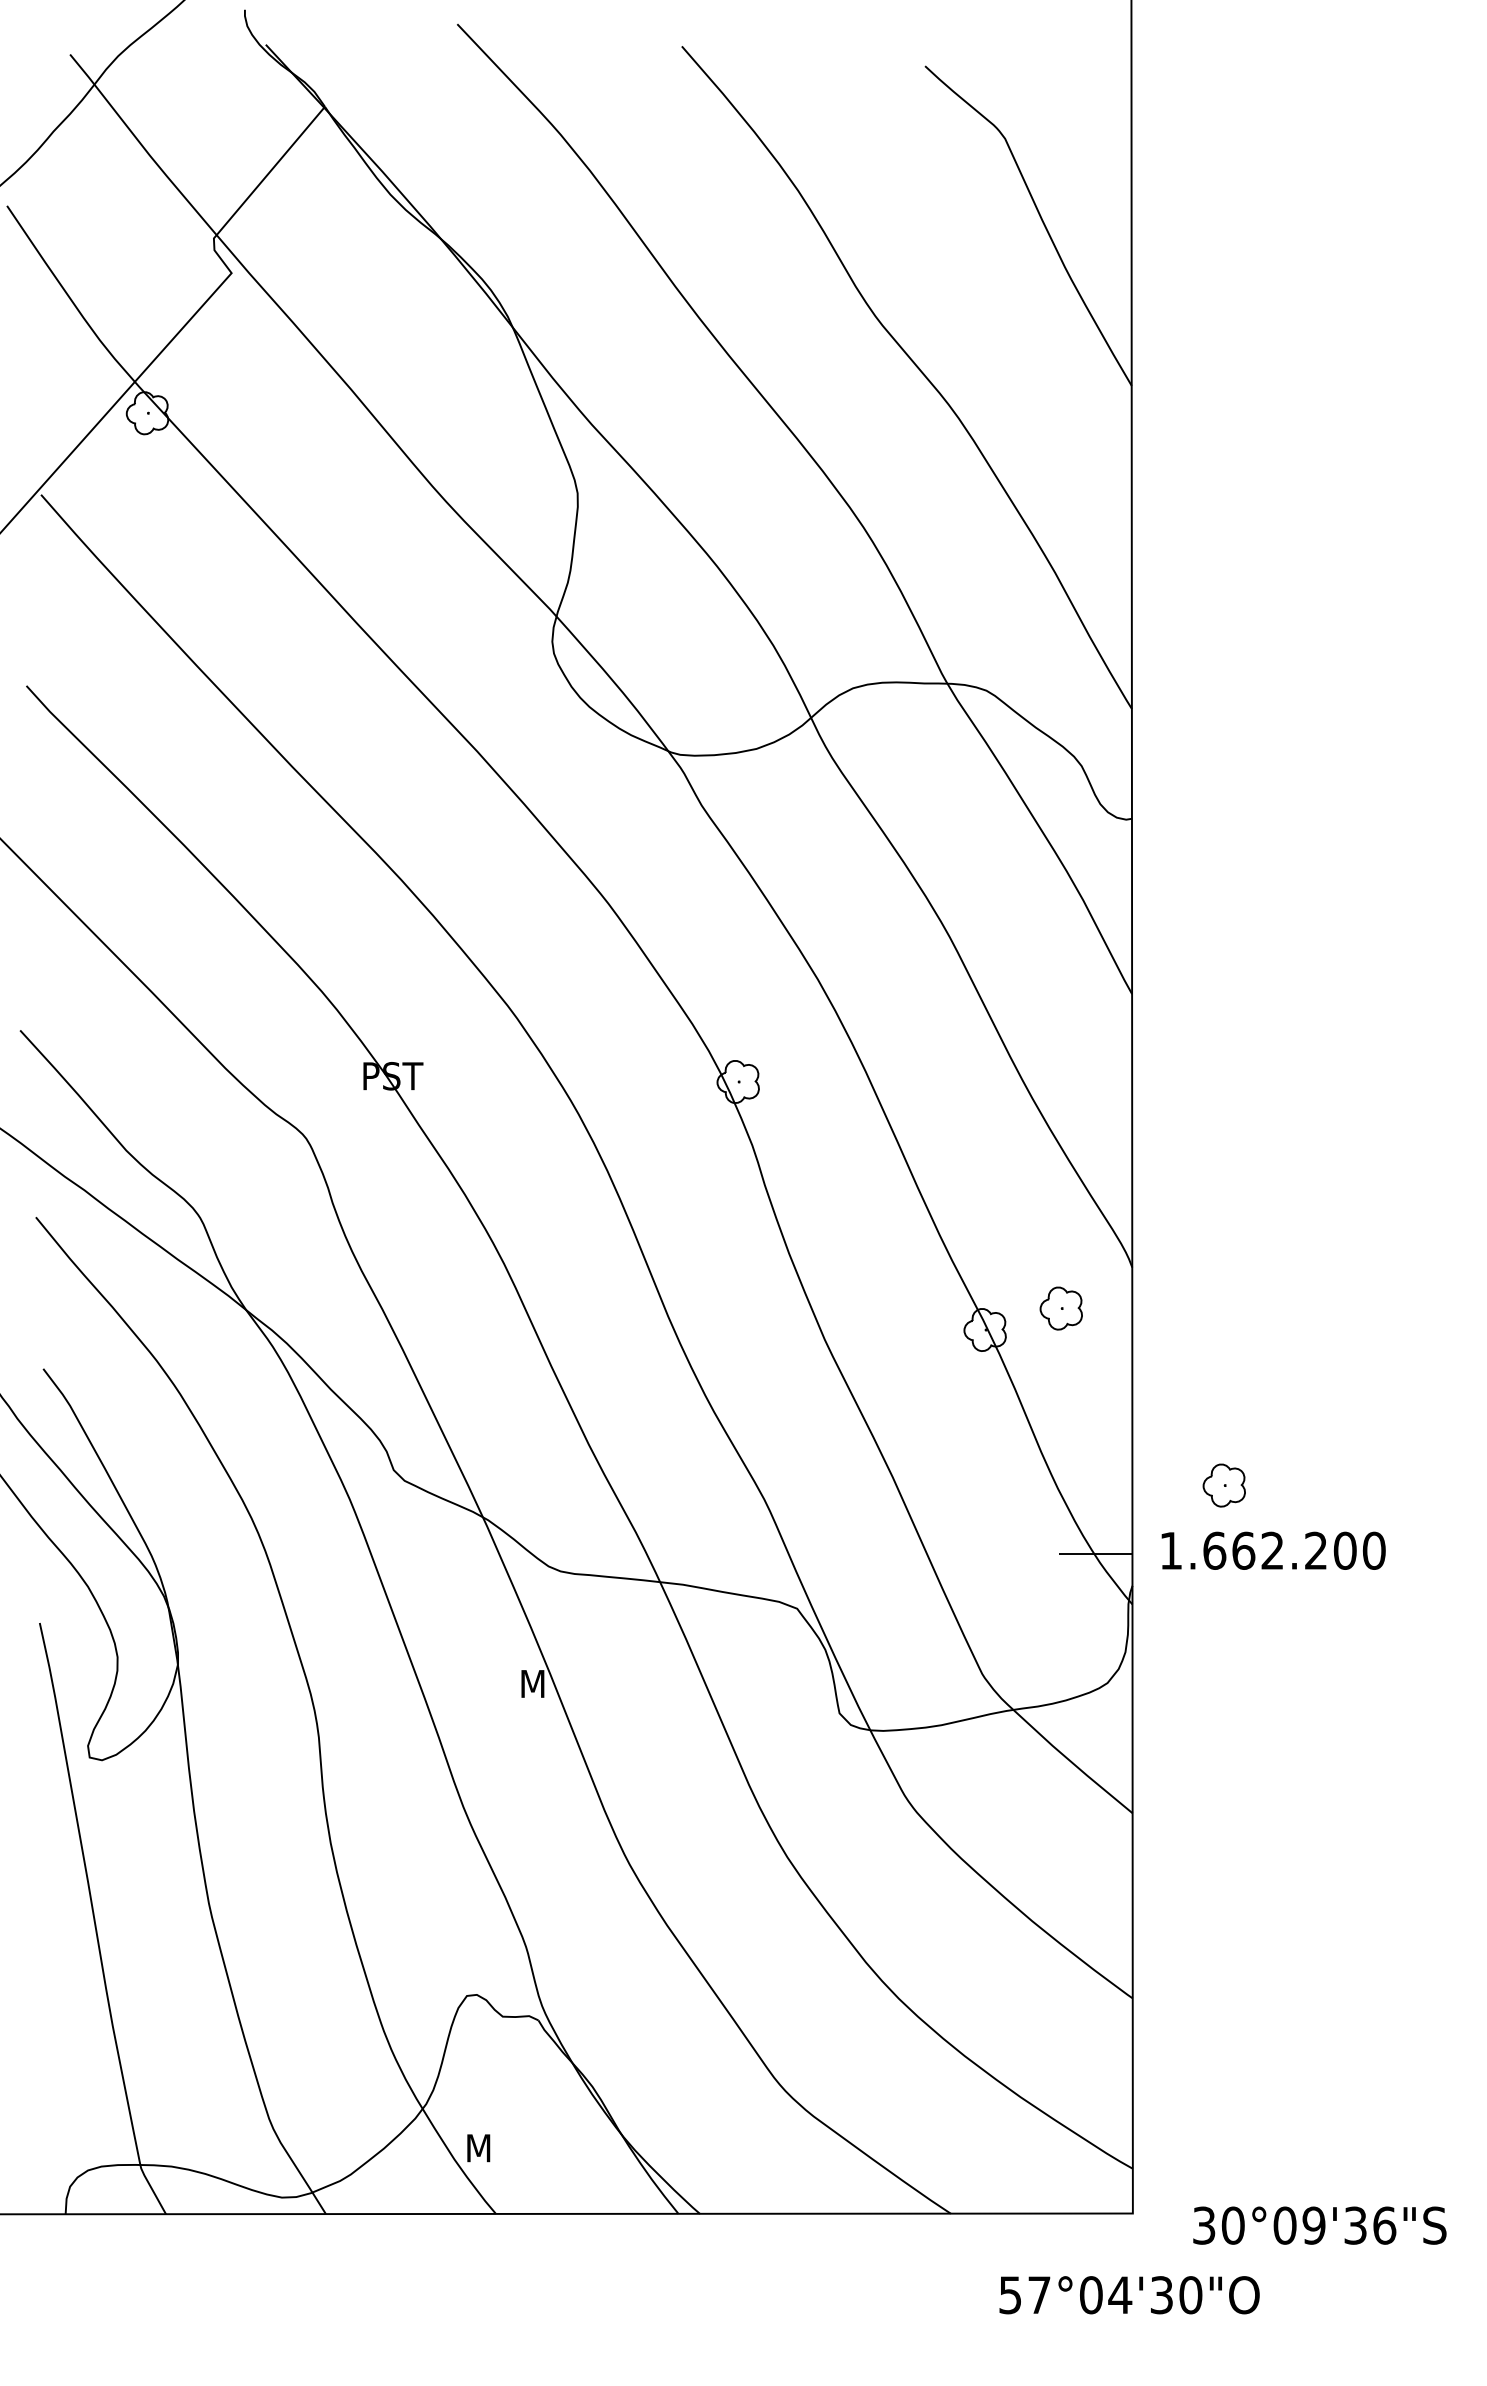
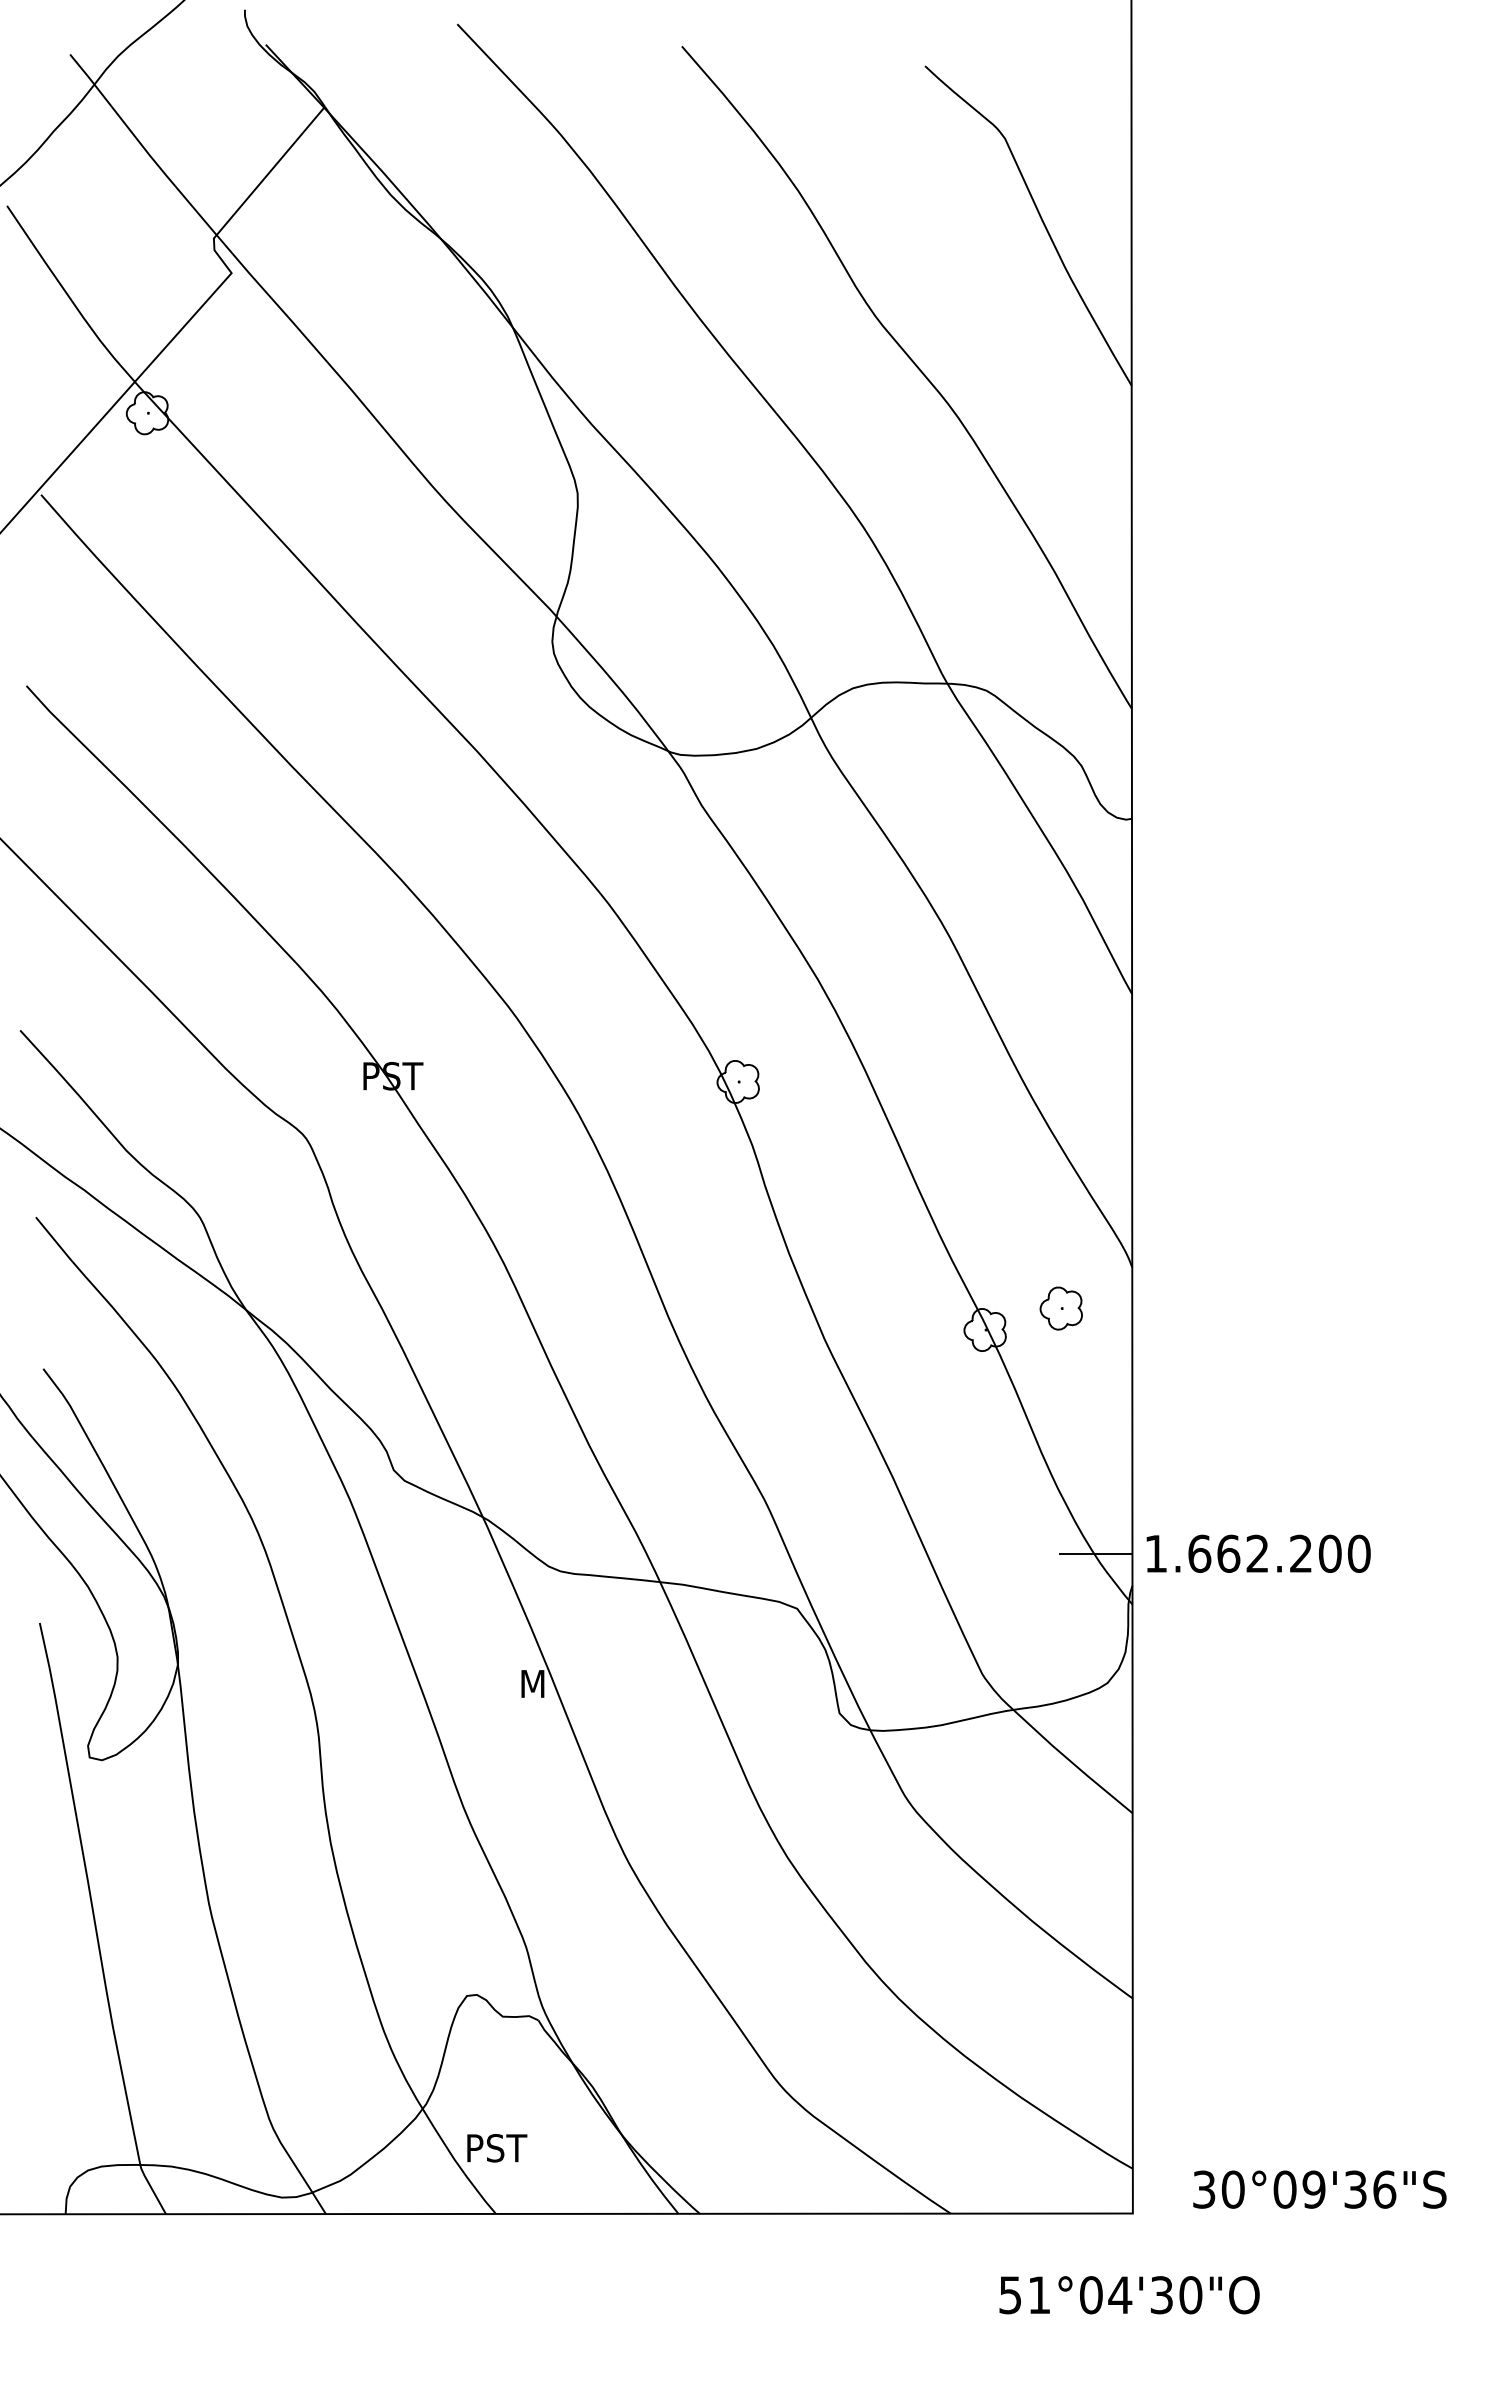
part at (1223, 1485): present -> none
text at (1273, 1550) position: (1273, 1550) -> (1258, 1553)
text at (498, 2148): M -> PST
text at (1319, 2225) position: (1319, 2225) -> (1319, 2189)
text at (1039, 2294): 57°04'30"O -> 51°04'30"O
